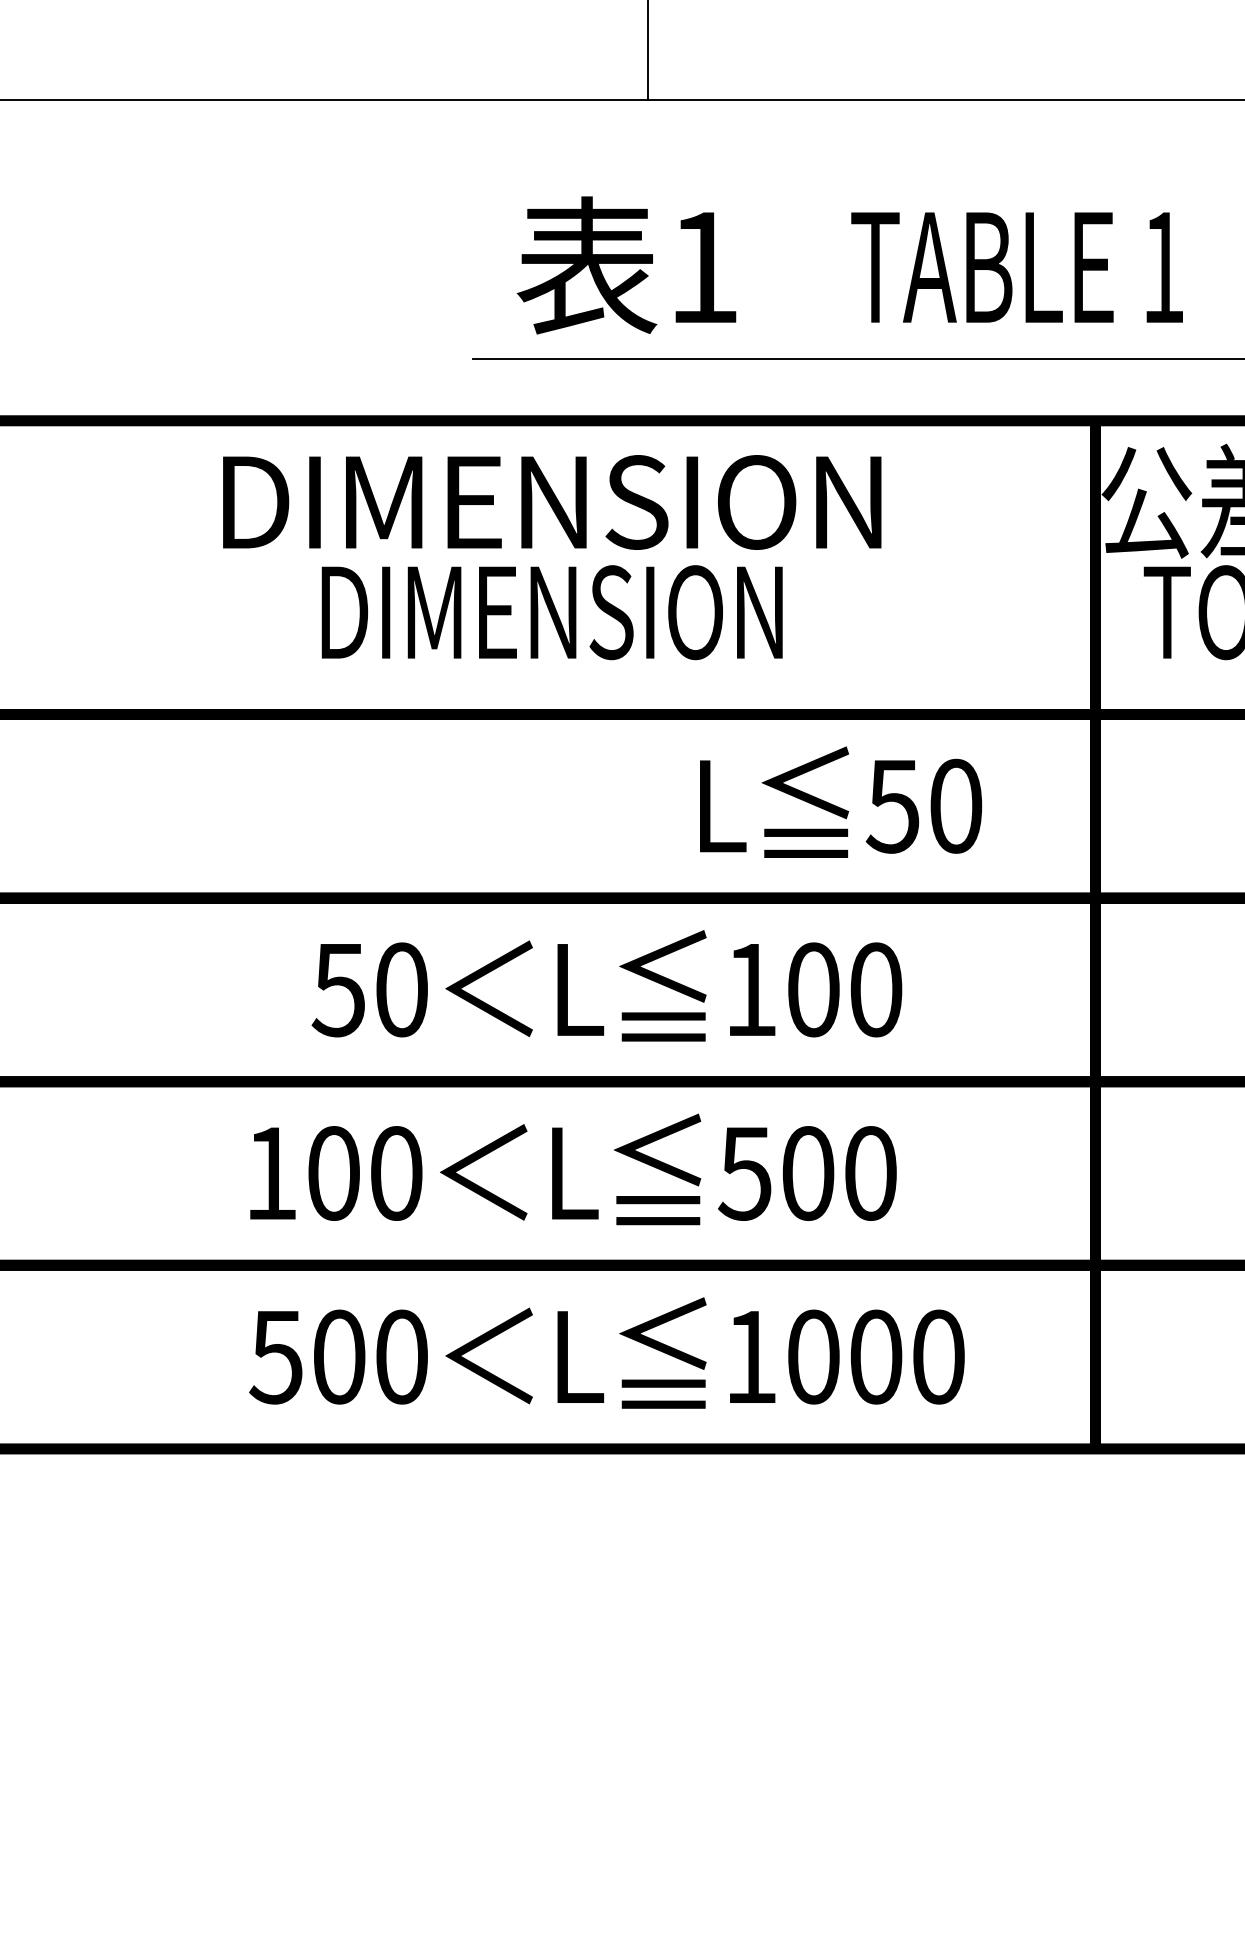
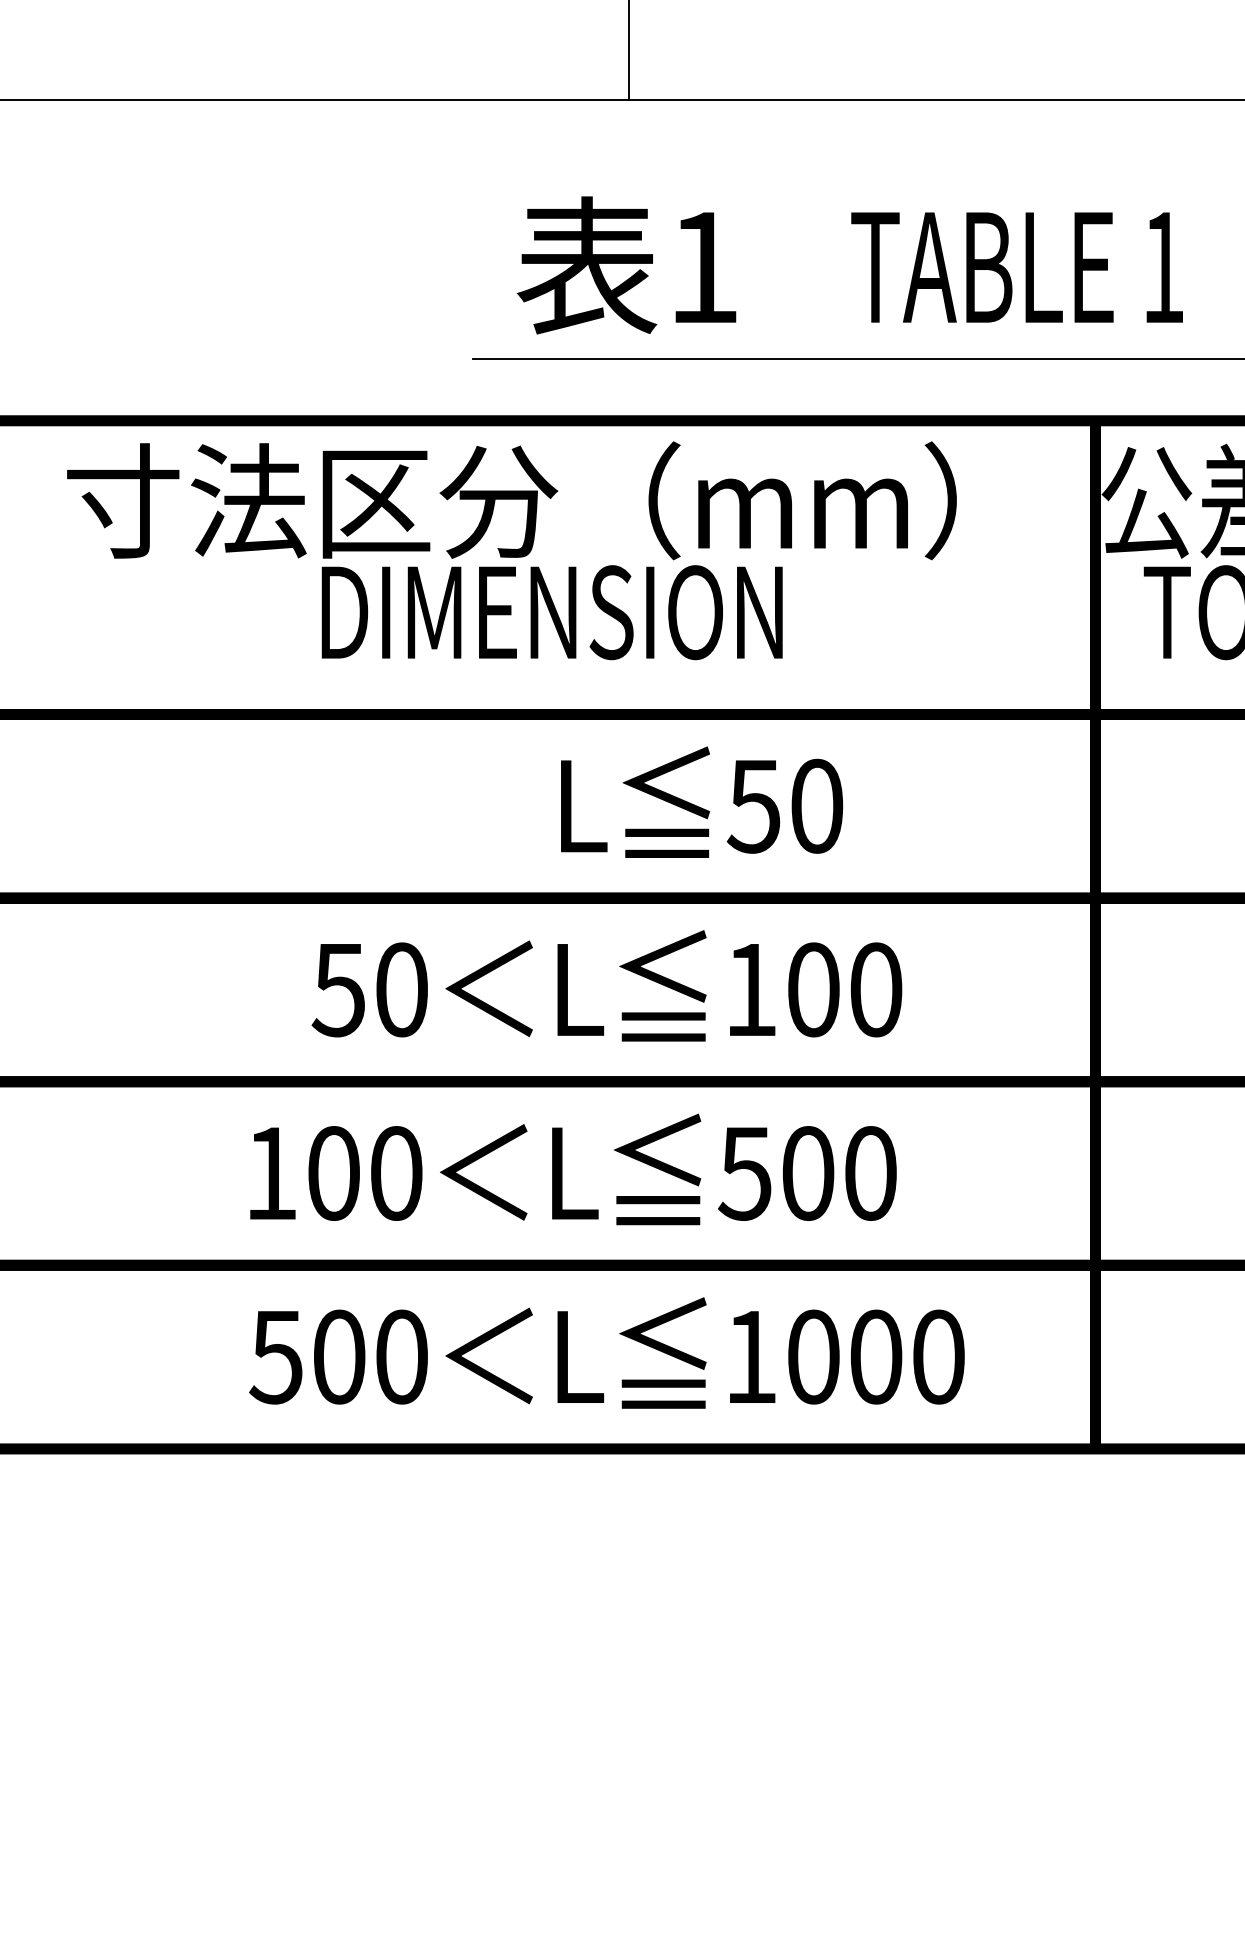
line at (648, 50) position: (648, 50) -> (629, 50)
text at (511, 500): DIMENSION -> 寸法区分（mm）
text at (841, 801) position: (841, 801) -> (702, 801)
